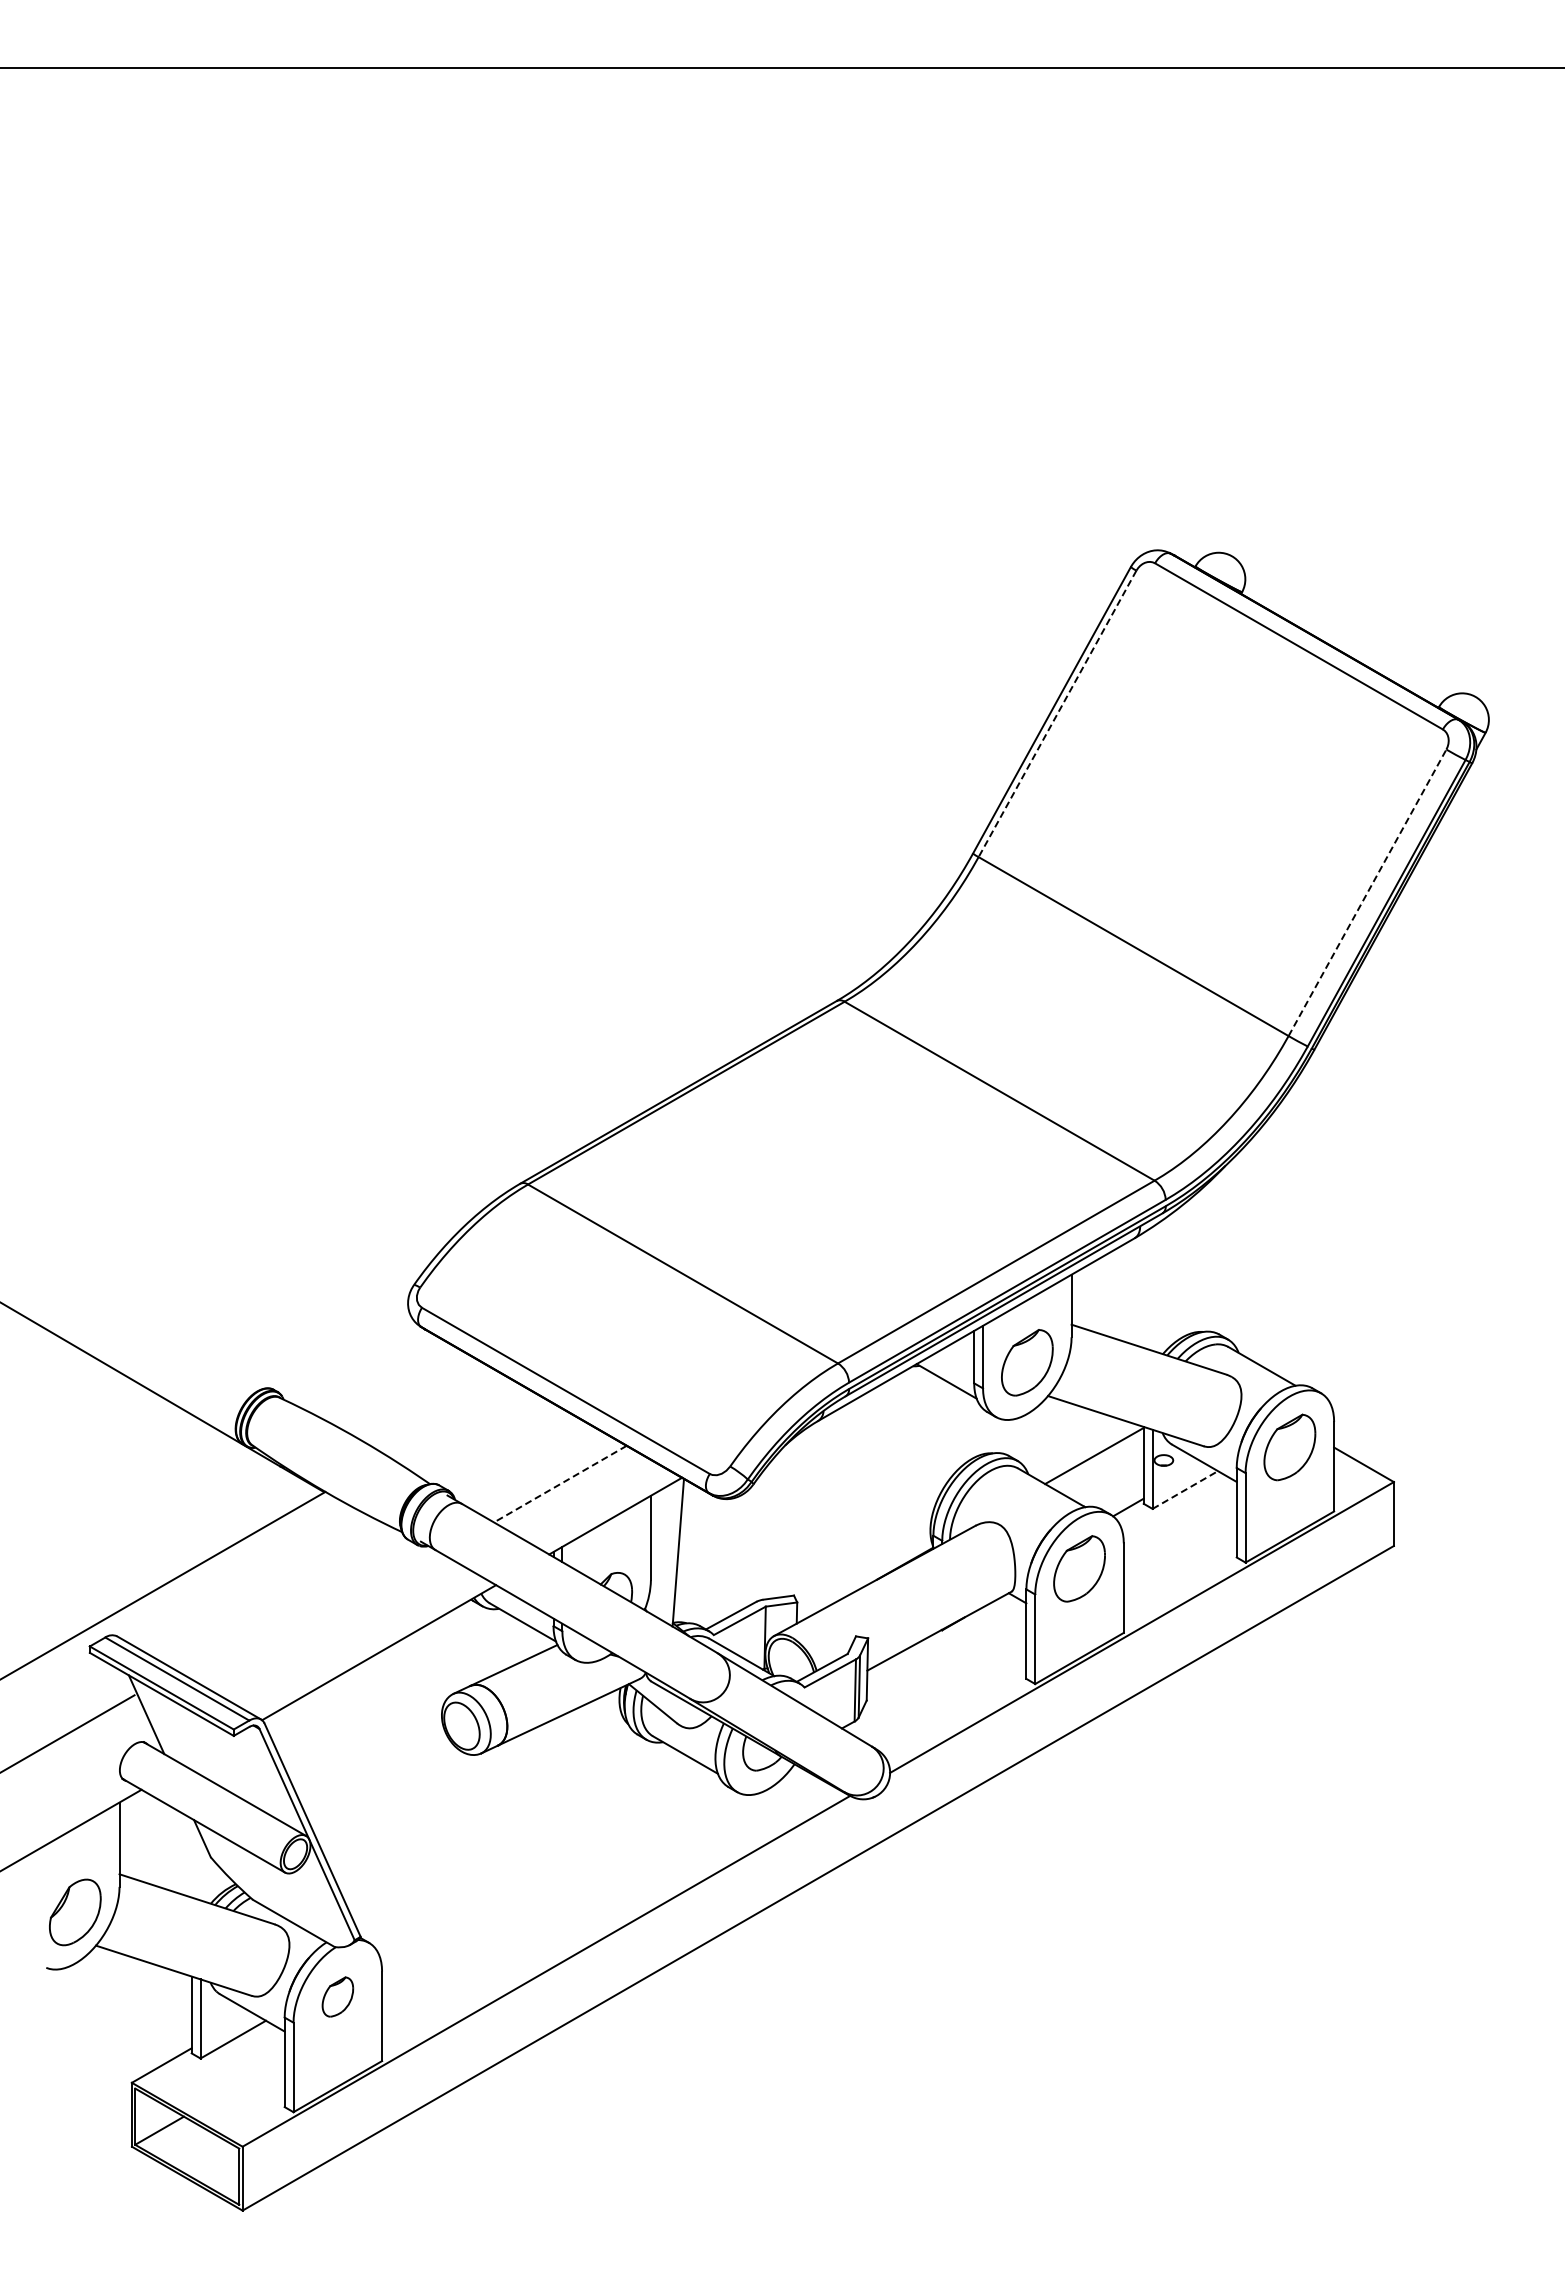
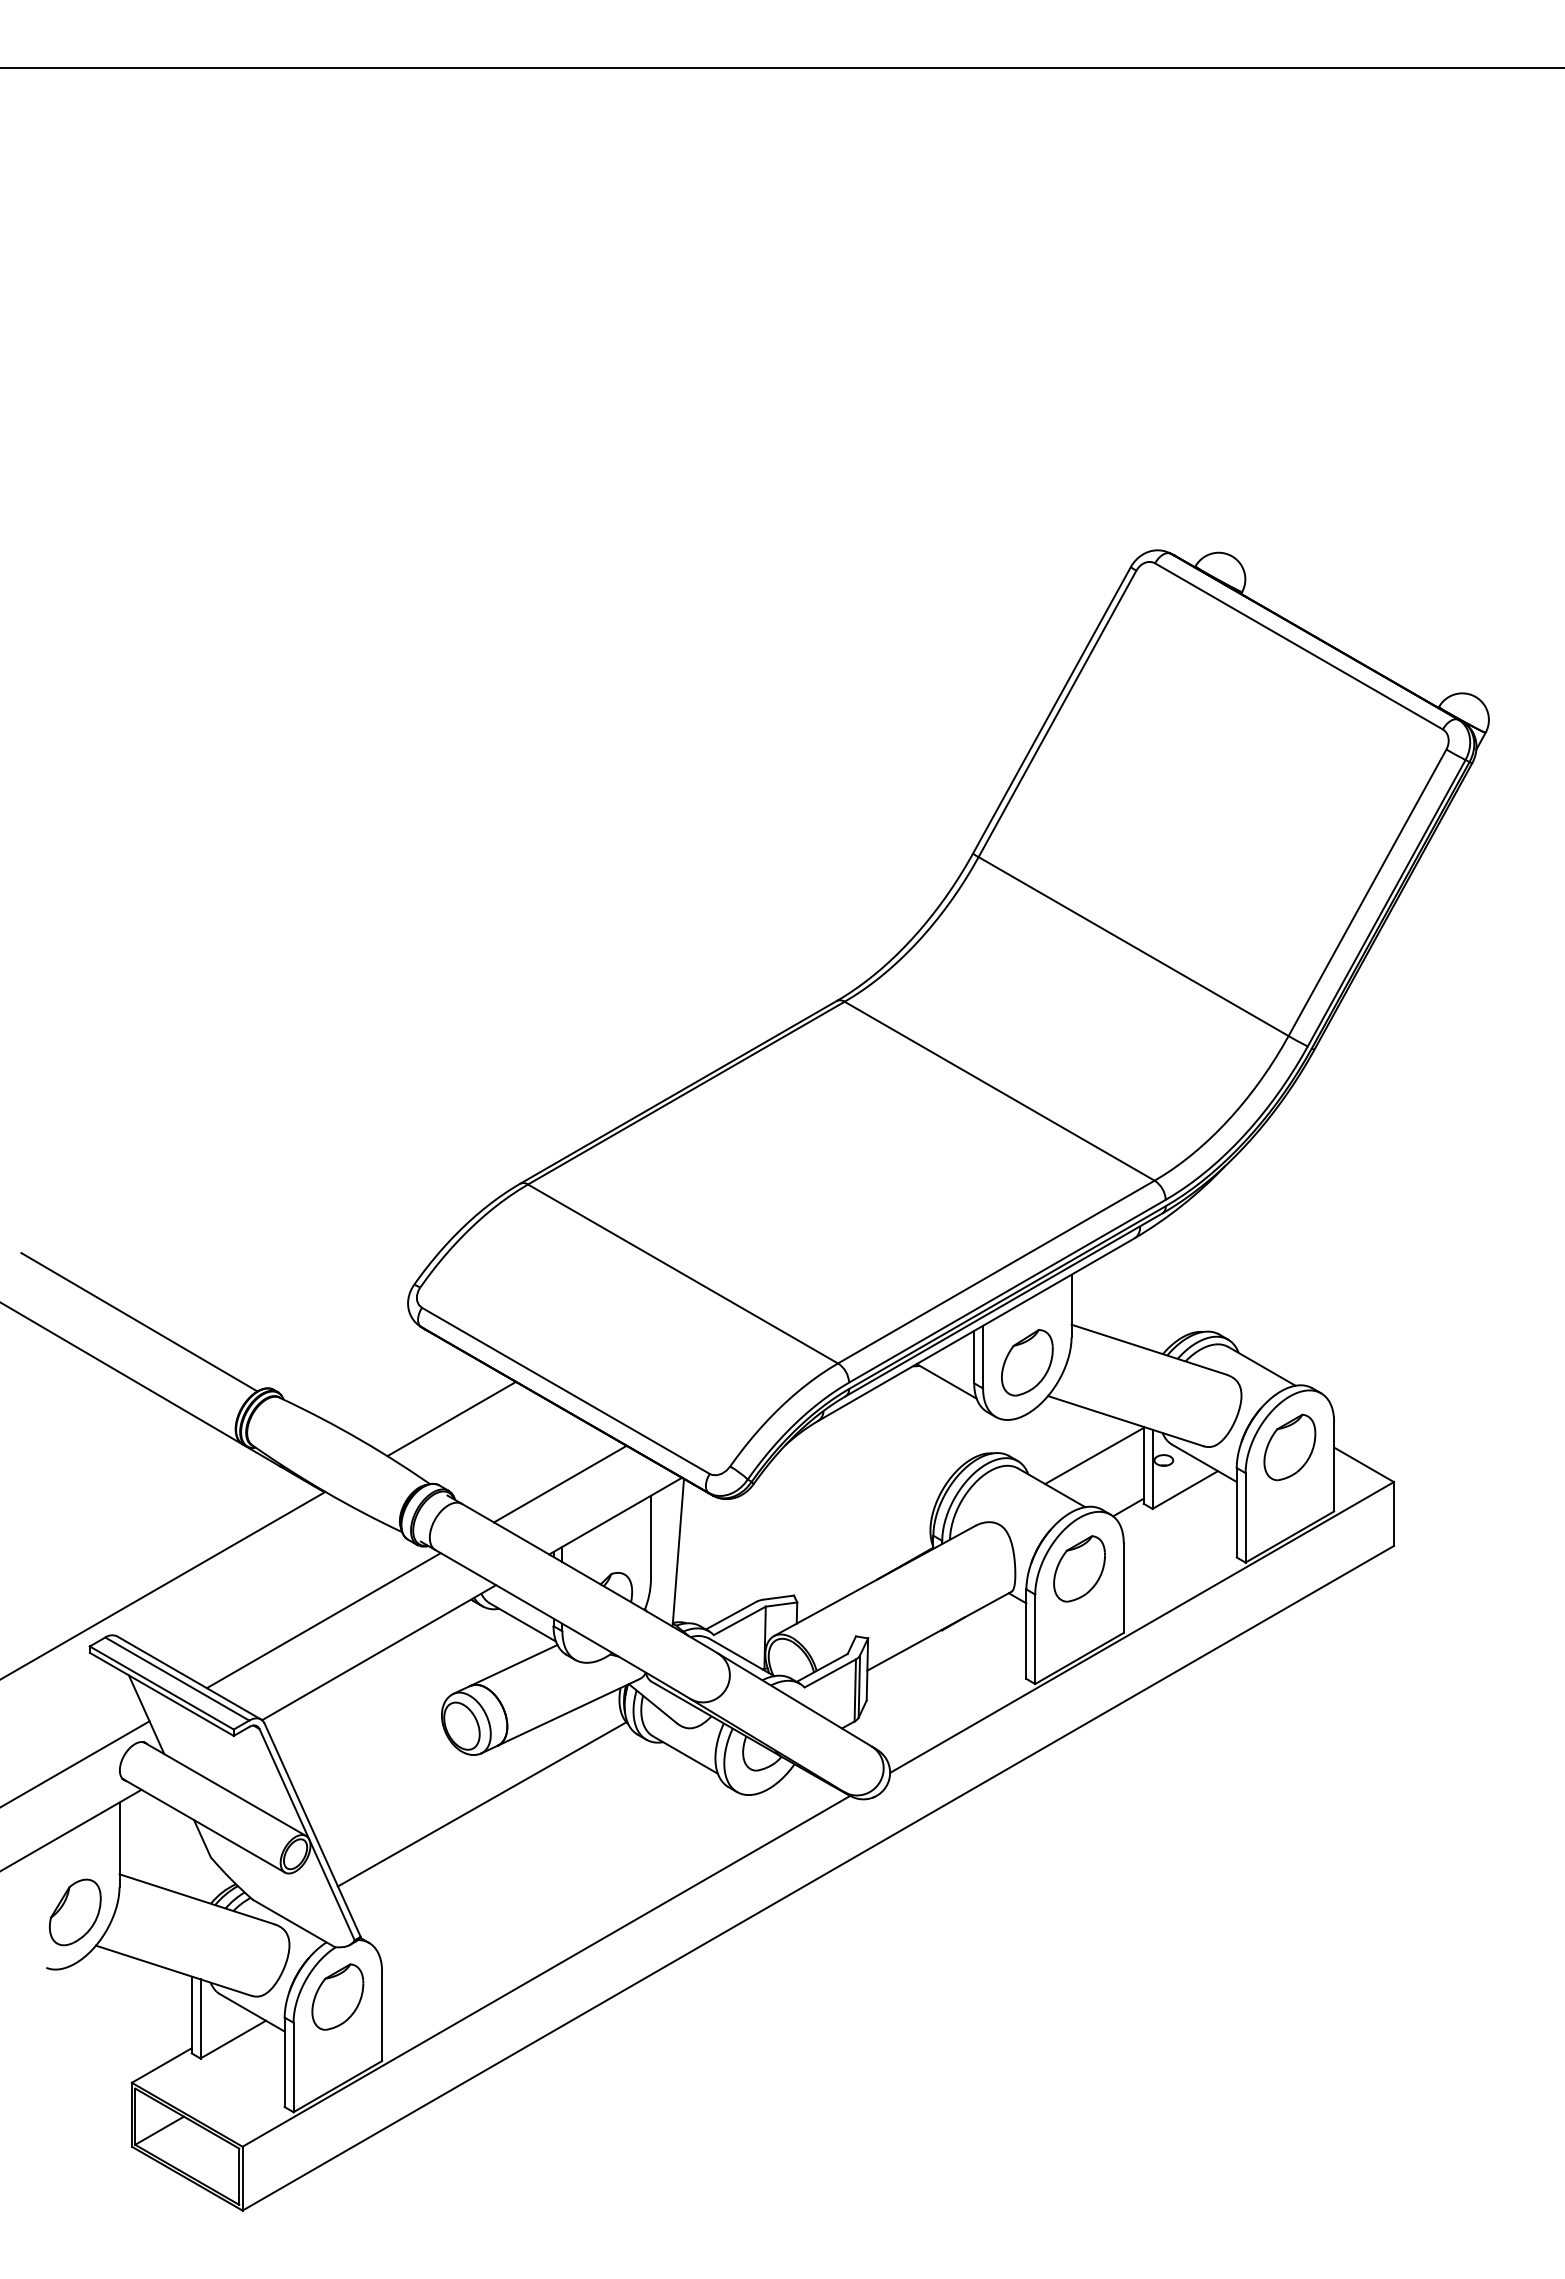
line at (1057, 713): dashed -> solid
line at (1367, 892): dashed -> solid
line at (139, 1322): none -> present
line at (451, 1418): none -> present
line at (560, 1484): dashed -> solid
line at (1185, 1490): dashed -> solid
line at (323, 1620): none -> present
line at (68, 1733) position: (68, 1733) -> (75, 1763)
line at (481, 1804): none -> present
part at (337, 1996) size: 34x42 px -> 54x68 px
